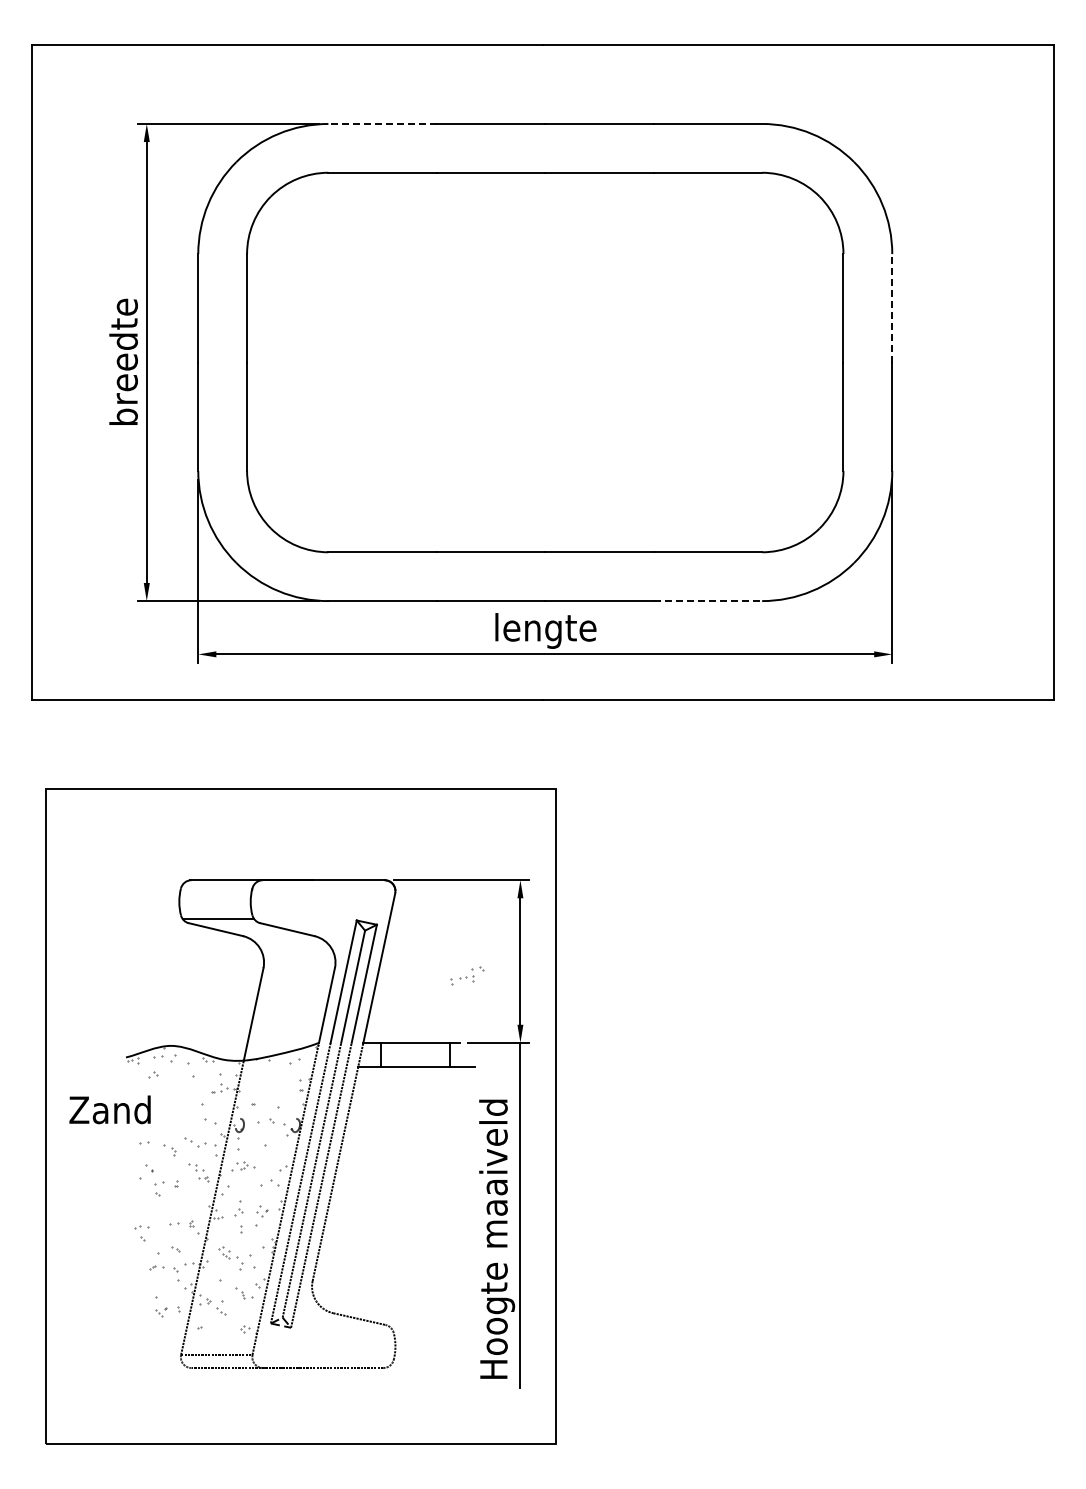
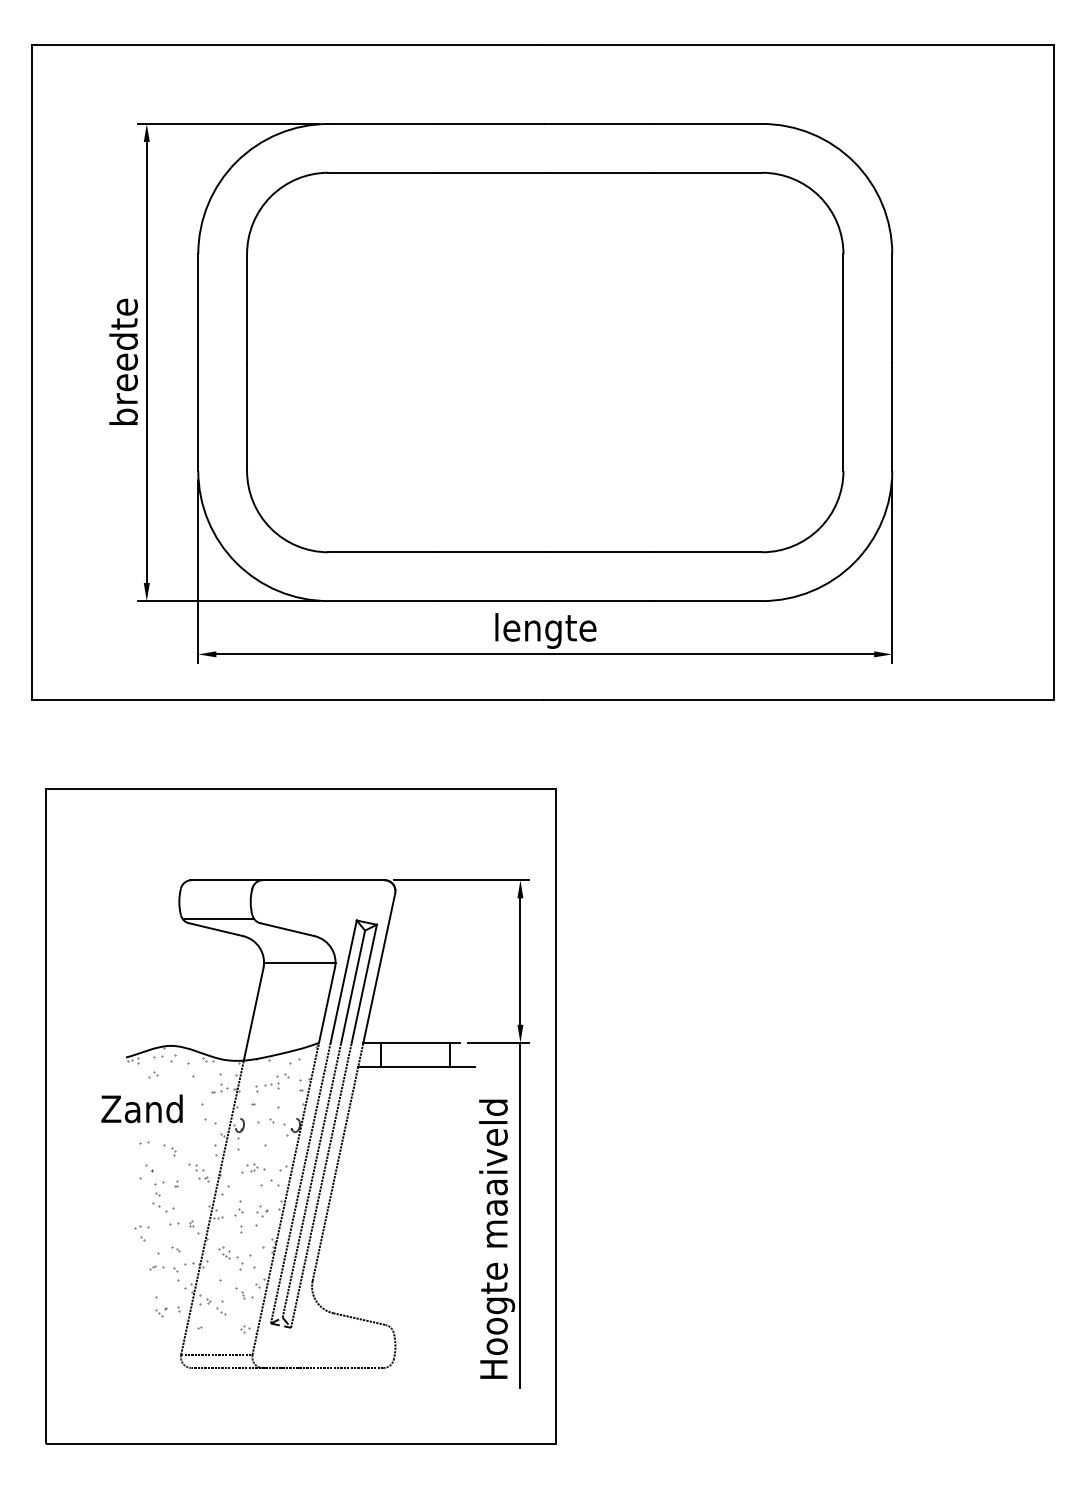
line at (382, 123): dashed -> solid
line at (892, 307): dashed -> solid
line at (708, 601): dashed -> solid
line at (299, 962): none -> present
part at (467, 975) position: (467, 975) -> (272, 1082)
text at (109, 1109) position: (109, 1109) -> (141, 1108)
part at (195, 1142) position: (195, 1142) -> (163, 1207)
part at (243, 1166) position: (243, 1166) -> (253, 1168)
